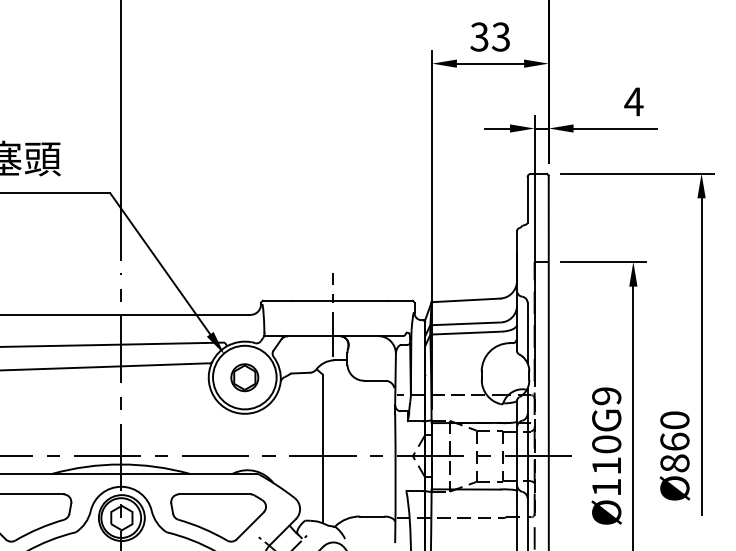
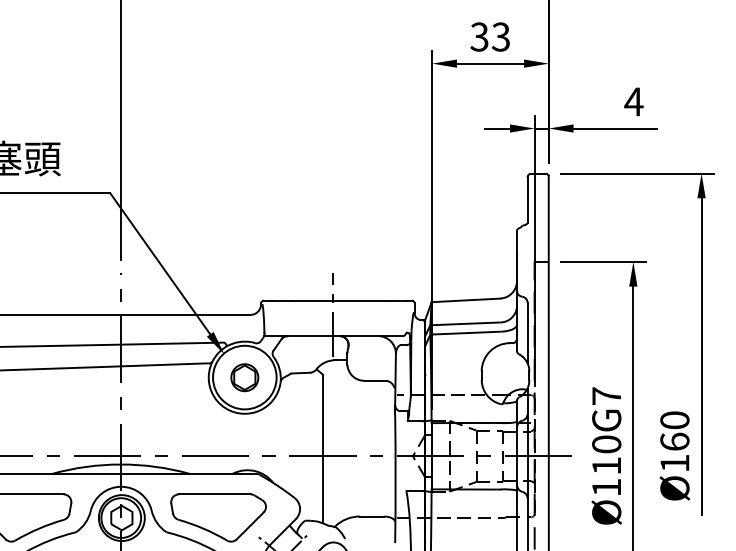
text at (606, 396): Ø110G9 -> Ø110G7
text at (674, 463): Ø860 -> Ø160
